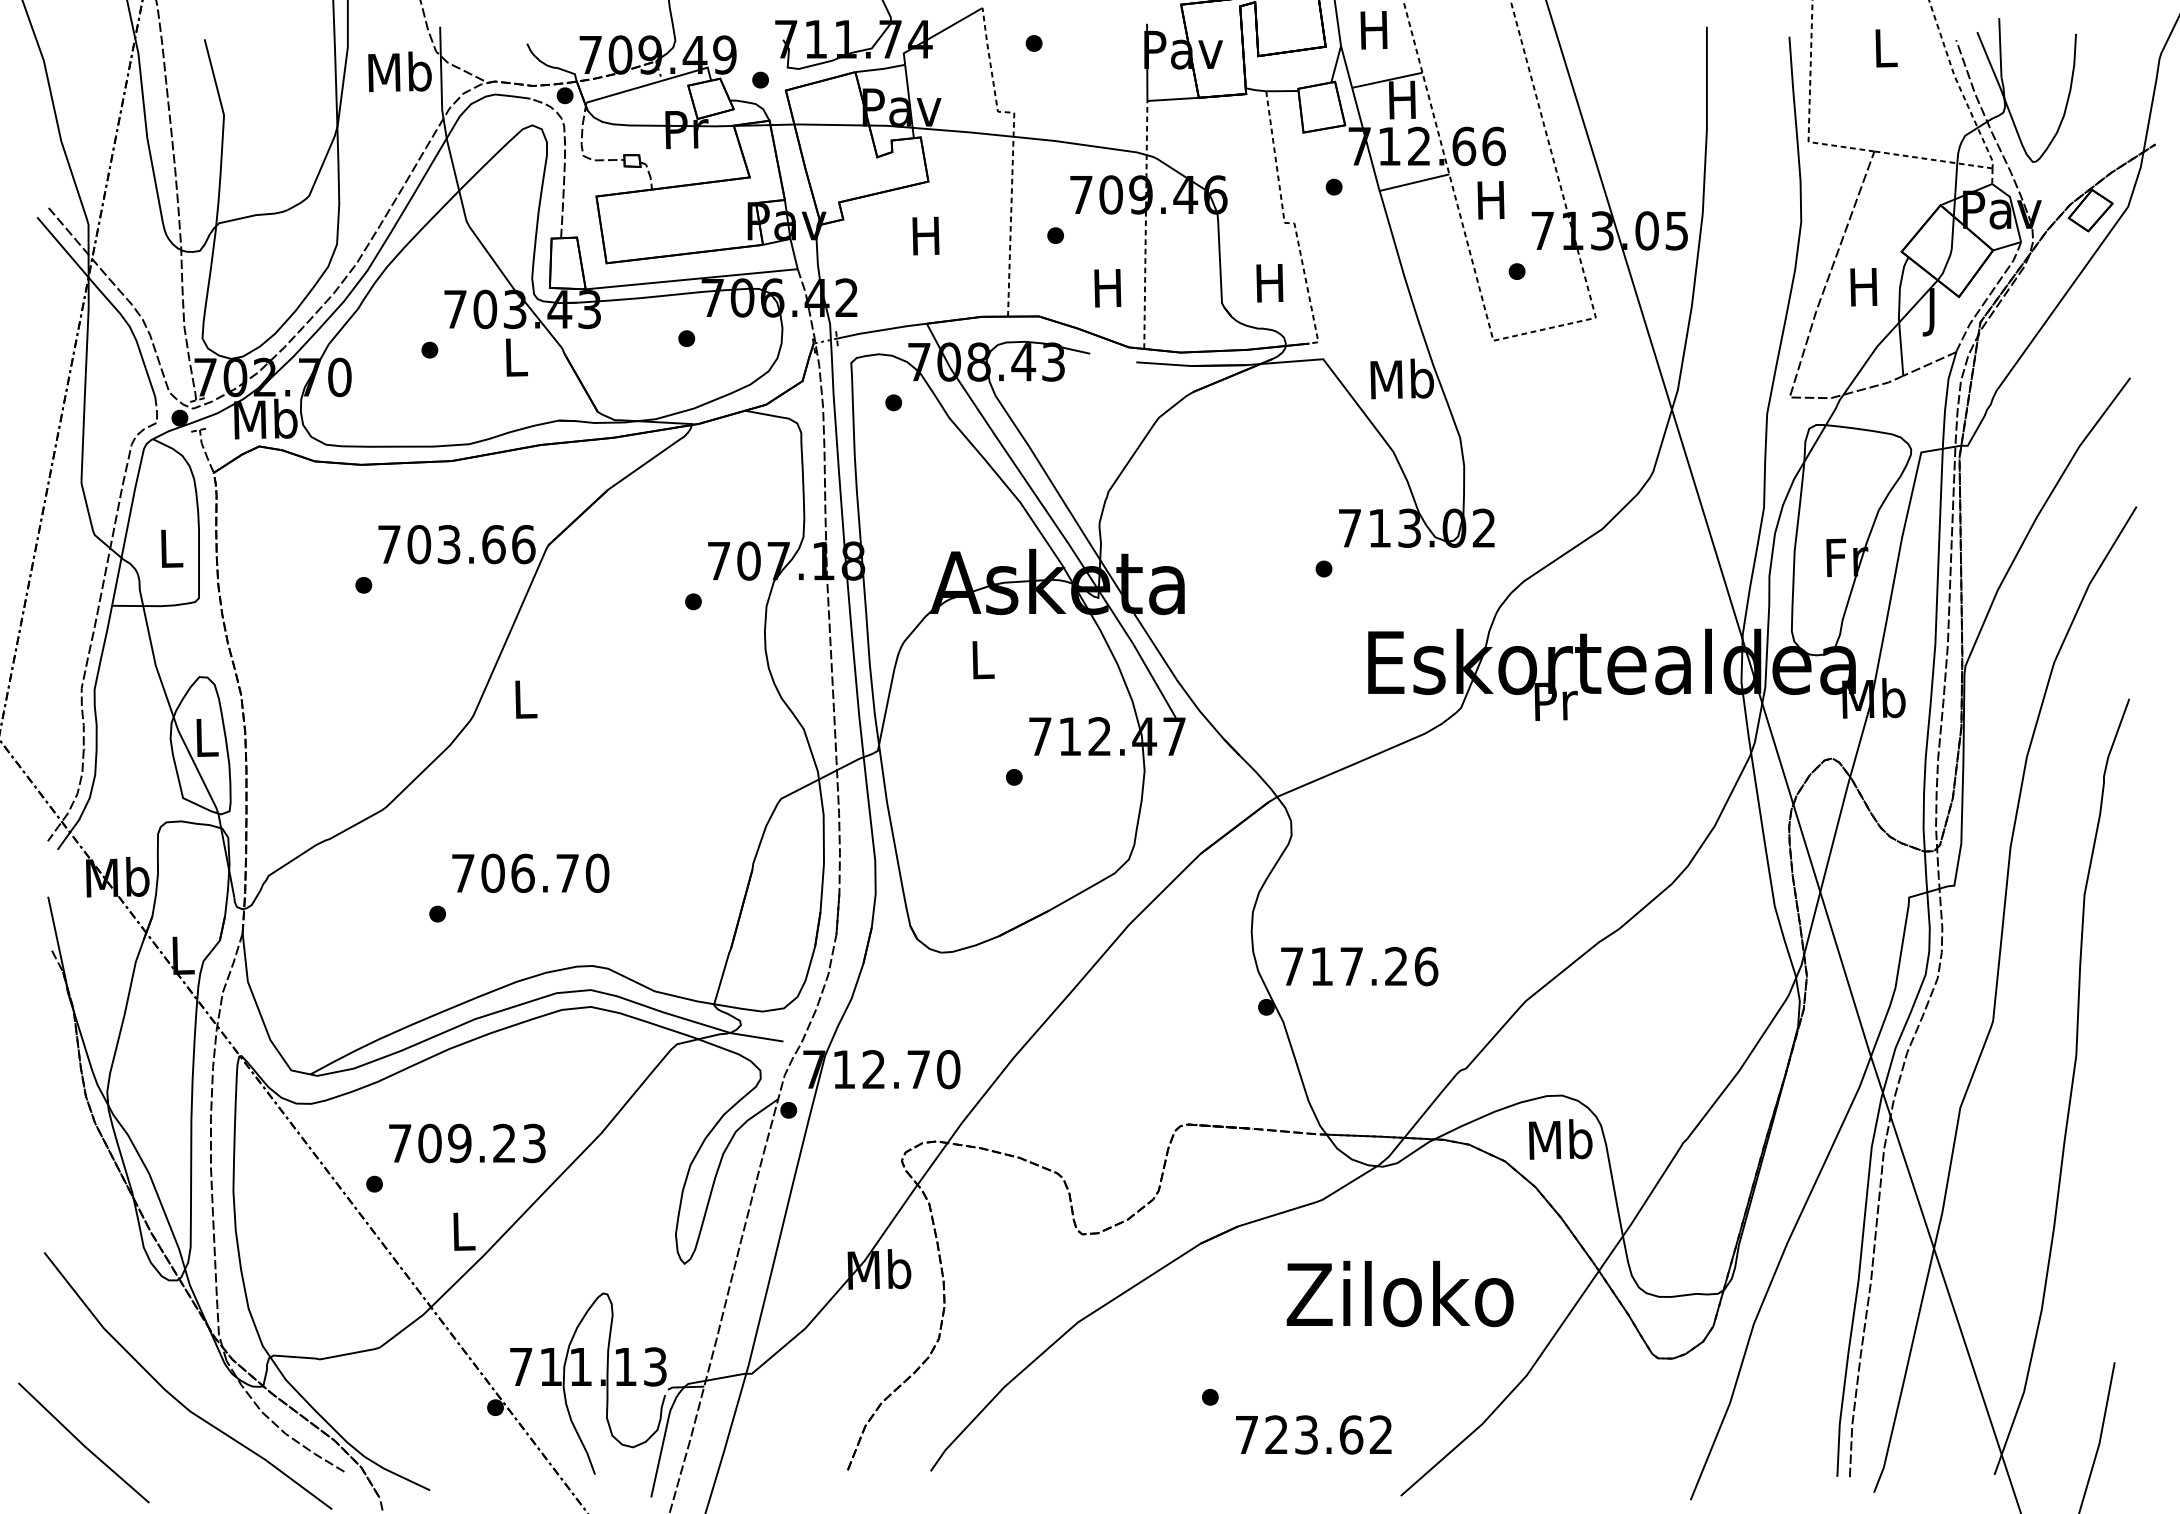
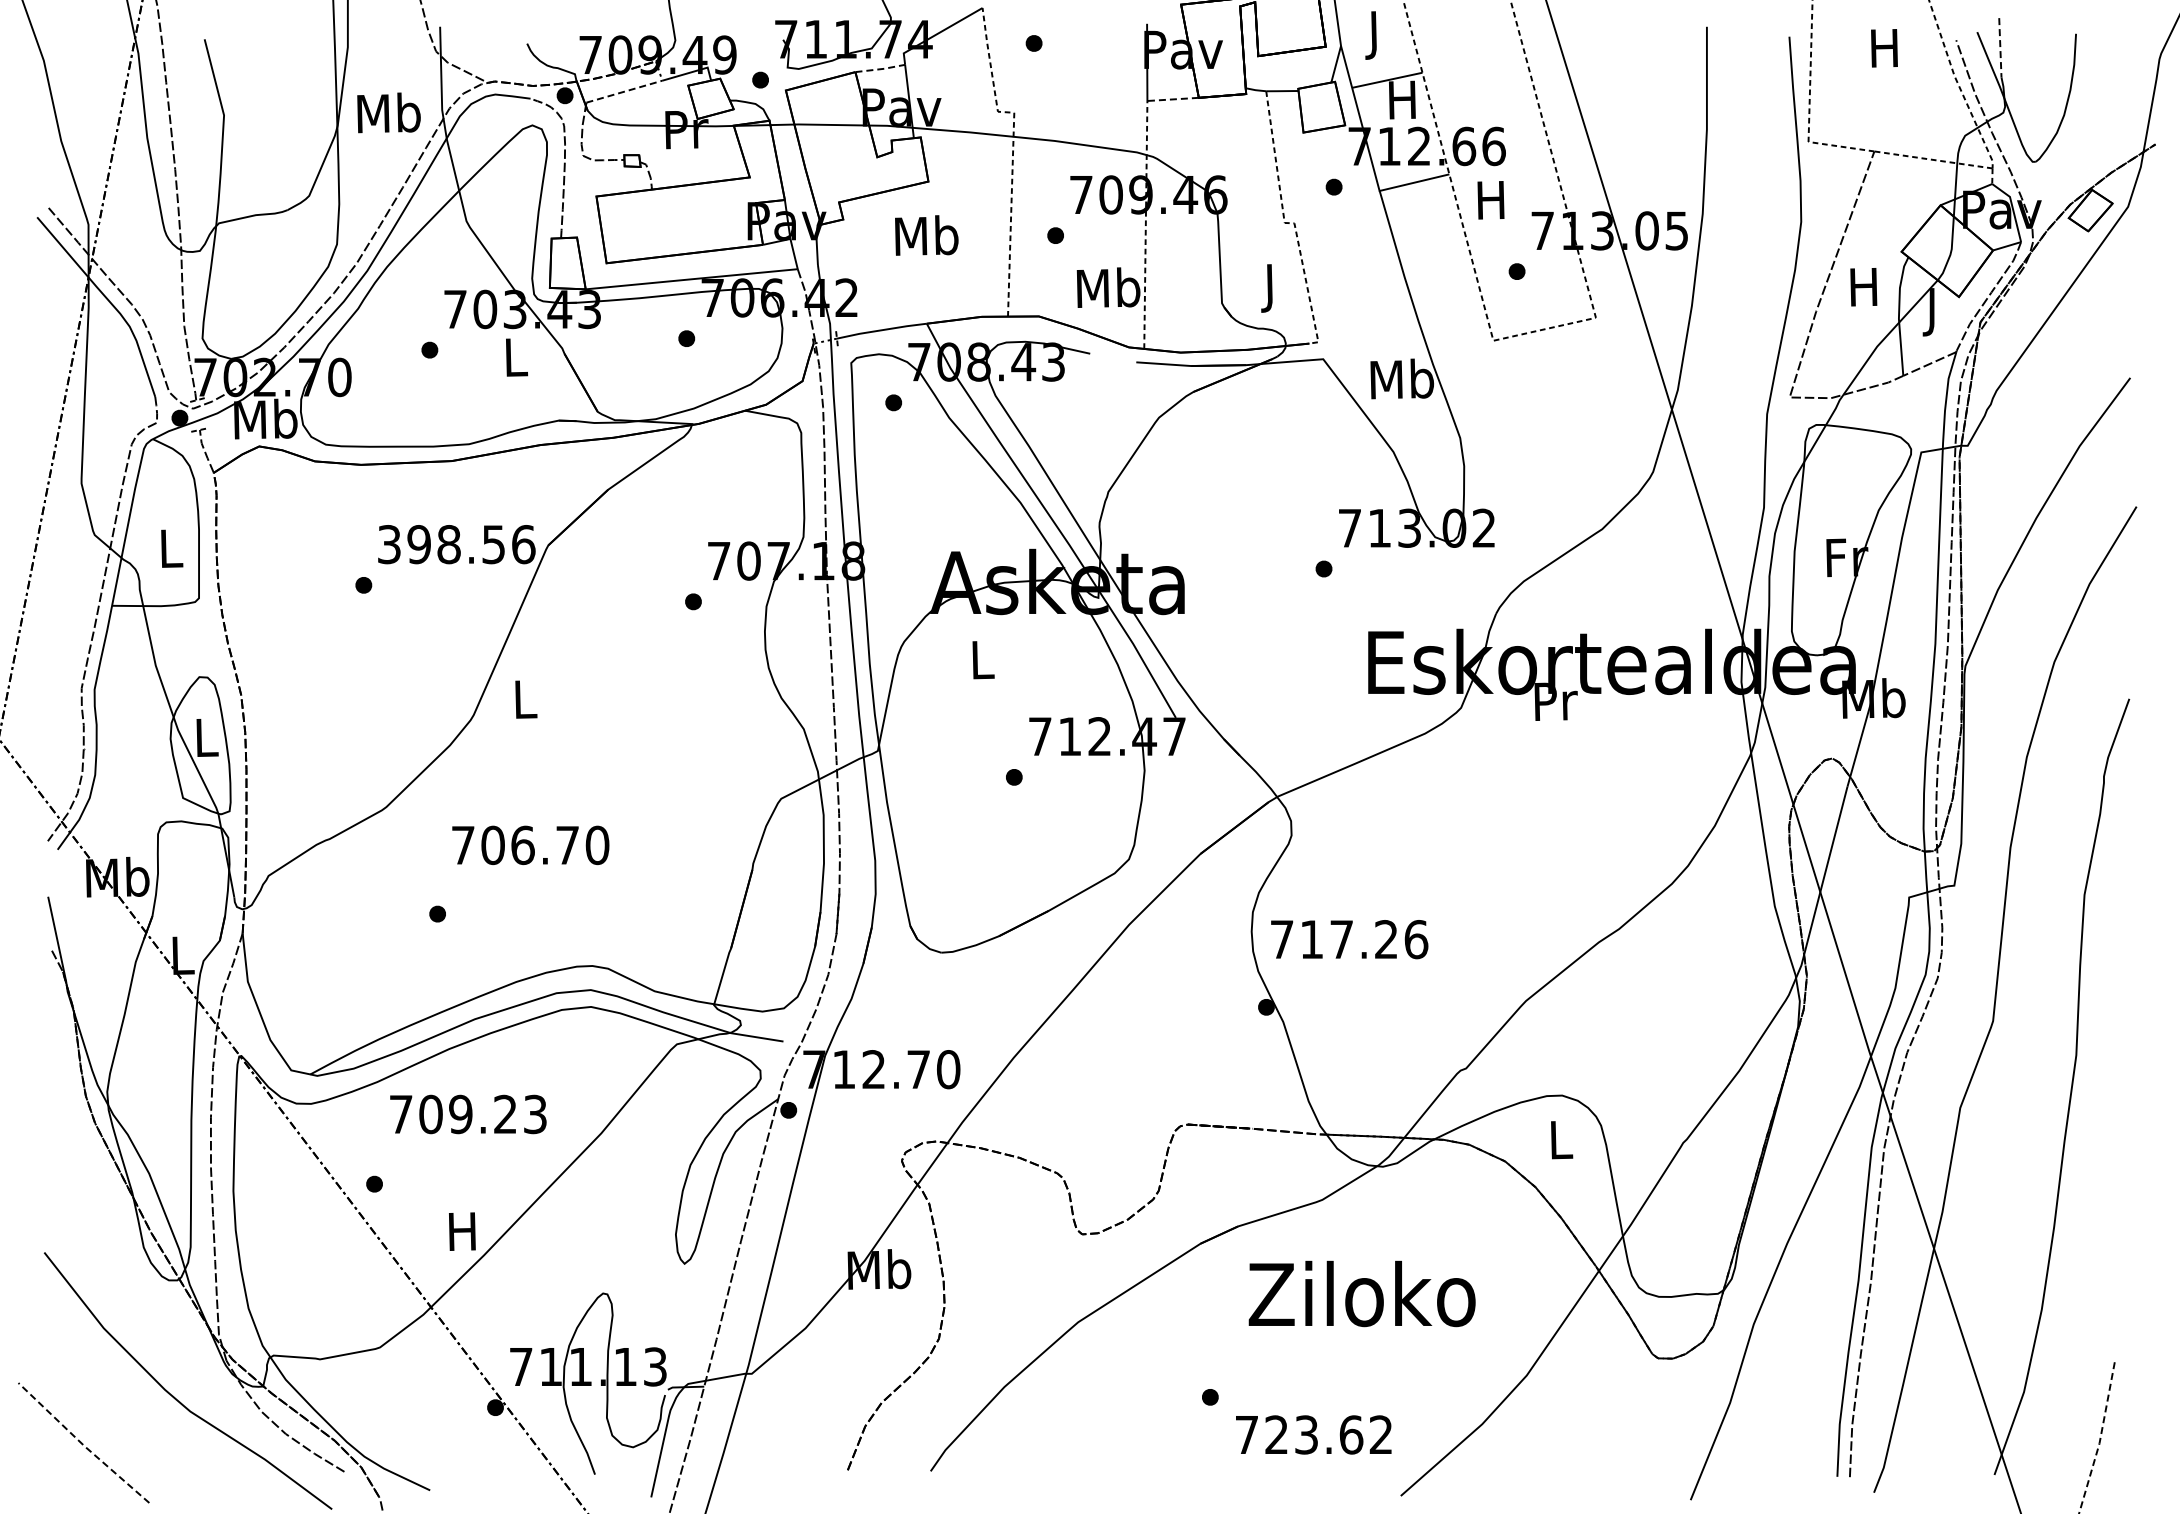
text at (1373, 35): H -> J
line at (2000, 47): solid -> dashed
text at (1884, 48): L -> H
line at (881, 69): solid -> dashed
text at (399, 71) position: (399, 71) -> (388, 112)
line at (624, 91): solid -> dashed
line at (1173, 99): solid -> dashed
text at (926, 235): H -> Mb
text at (1108, 287): H -> Mb
text at (1269, 288): H -> J
text at (441, 544): 703.66 -> 398.56
text at (530, 873) position: (530, 873) -> (530, 845)
text at (1359, 966) position: (1359, 966) -> (1349, 939)
text at (1560, 1139): Mb -> L
text at (467, 1143) position: (467, 1143) -> (468, 1114)
text at (462, 1231): L -> H
text at (1399, 1293) position: (1399, 1293) -> (1361, 1293)
line at (2100, 1439): solid -> dashed
line at (82, 1444): solid -> dashed
